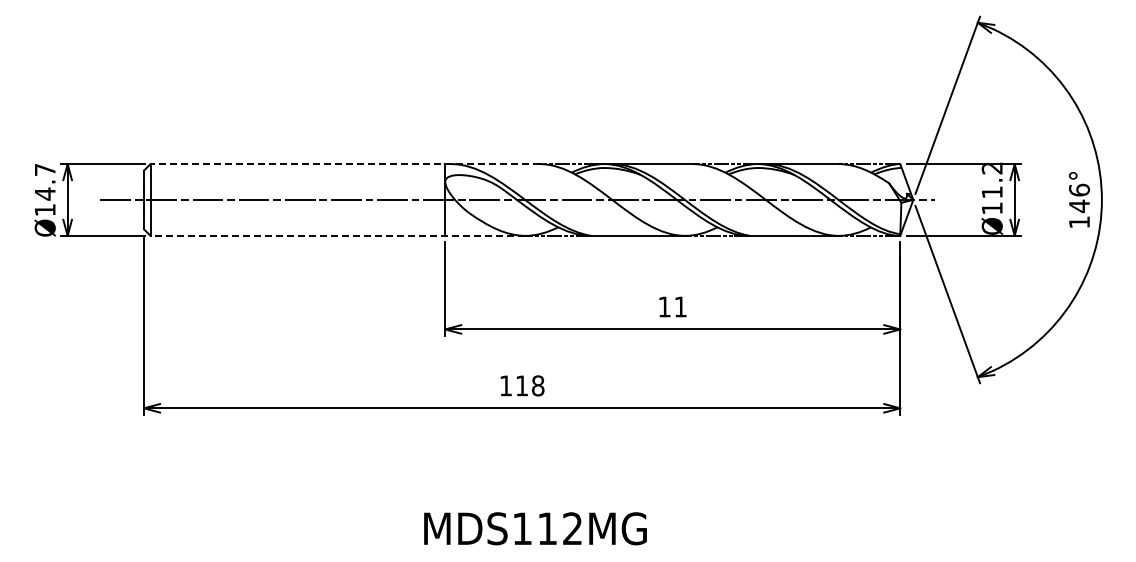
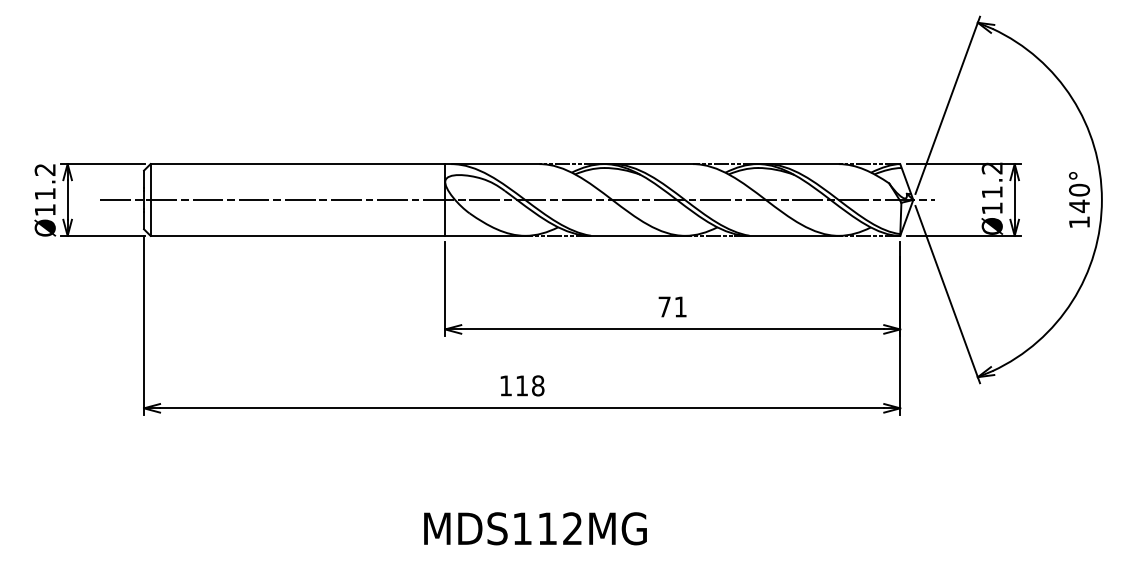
line at (344, 164): dashed -> solid
text at (44, 182): Ø14.7 -> Ø11.2
text at (1078, 189): 146° -> 140°
line at (337, 235): dashed -> solid
text at (664, 306): 11 -> 71
